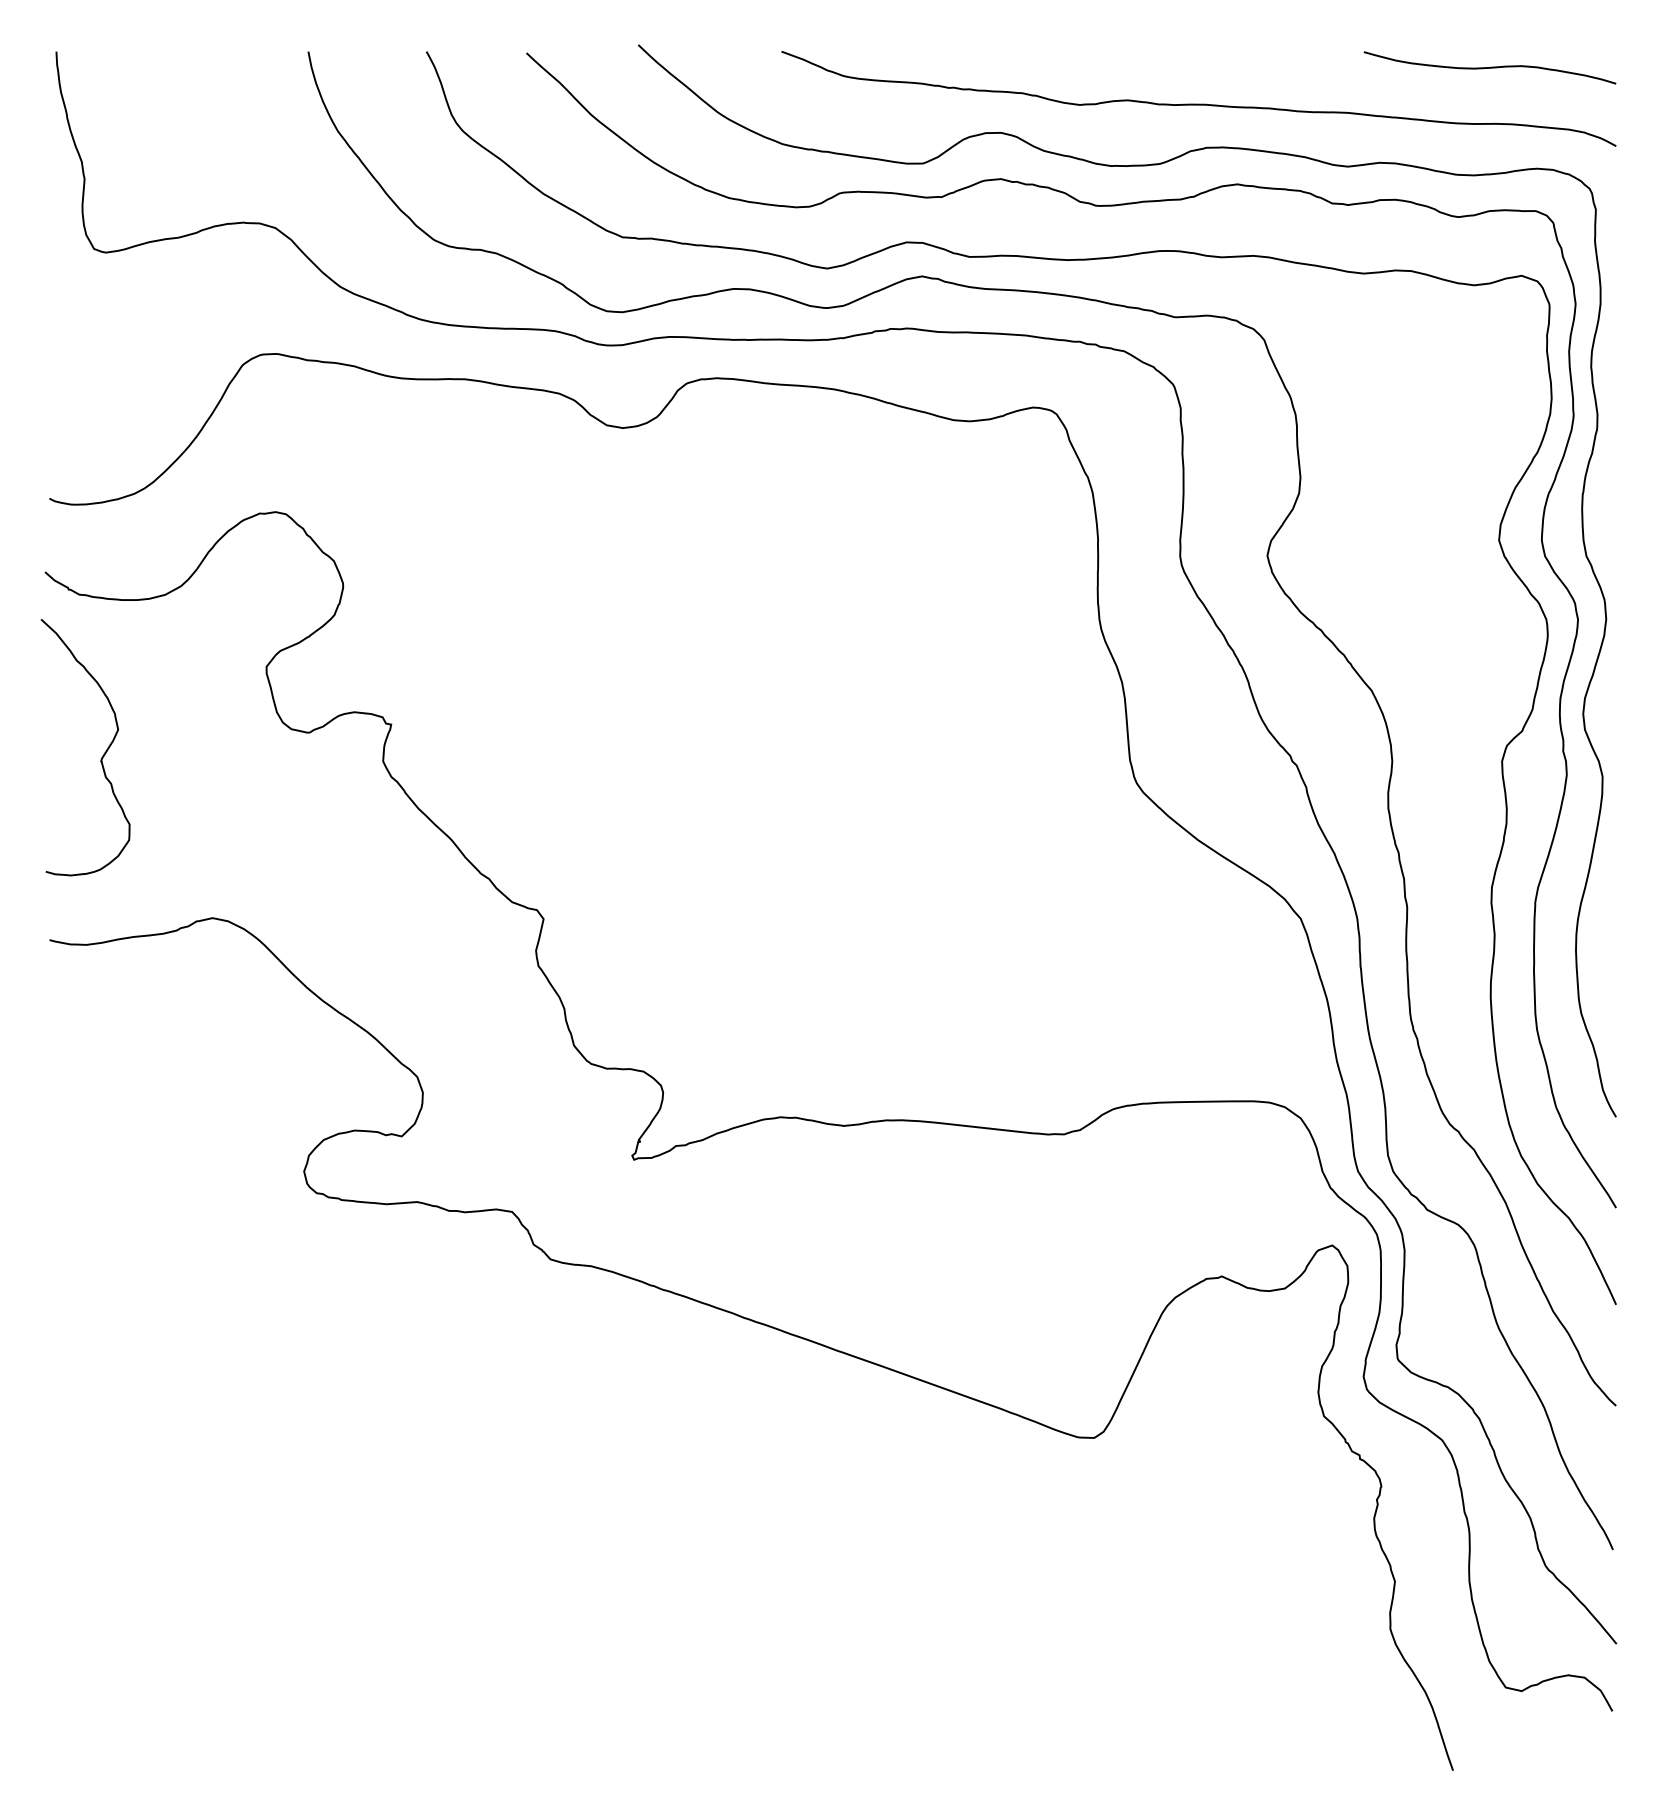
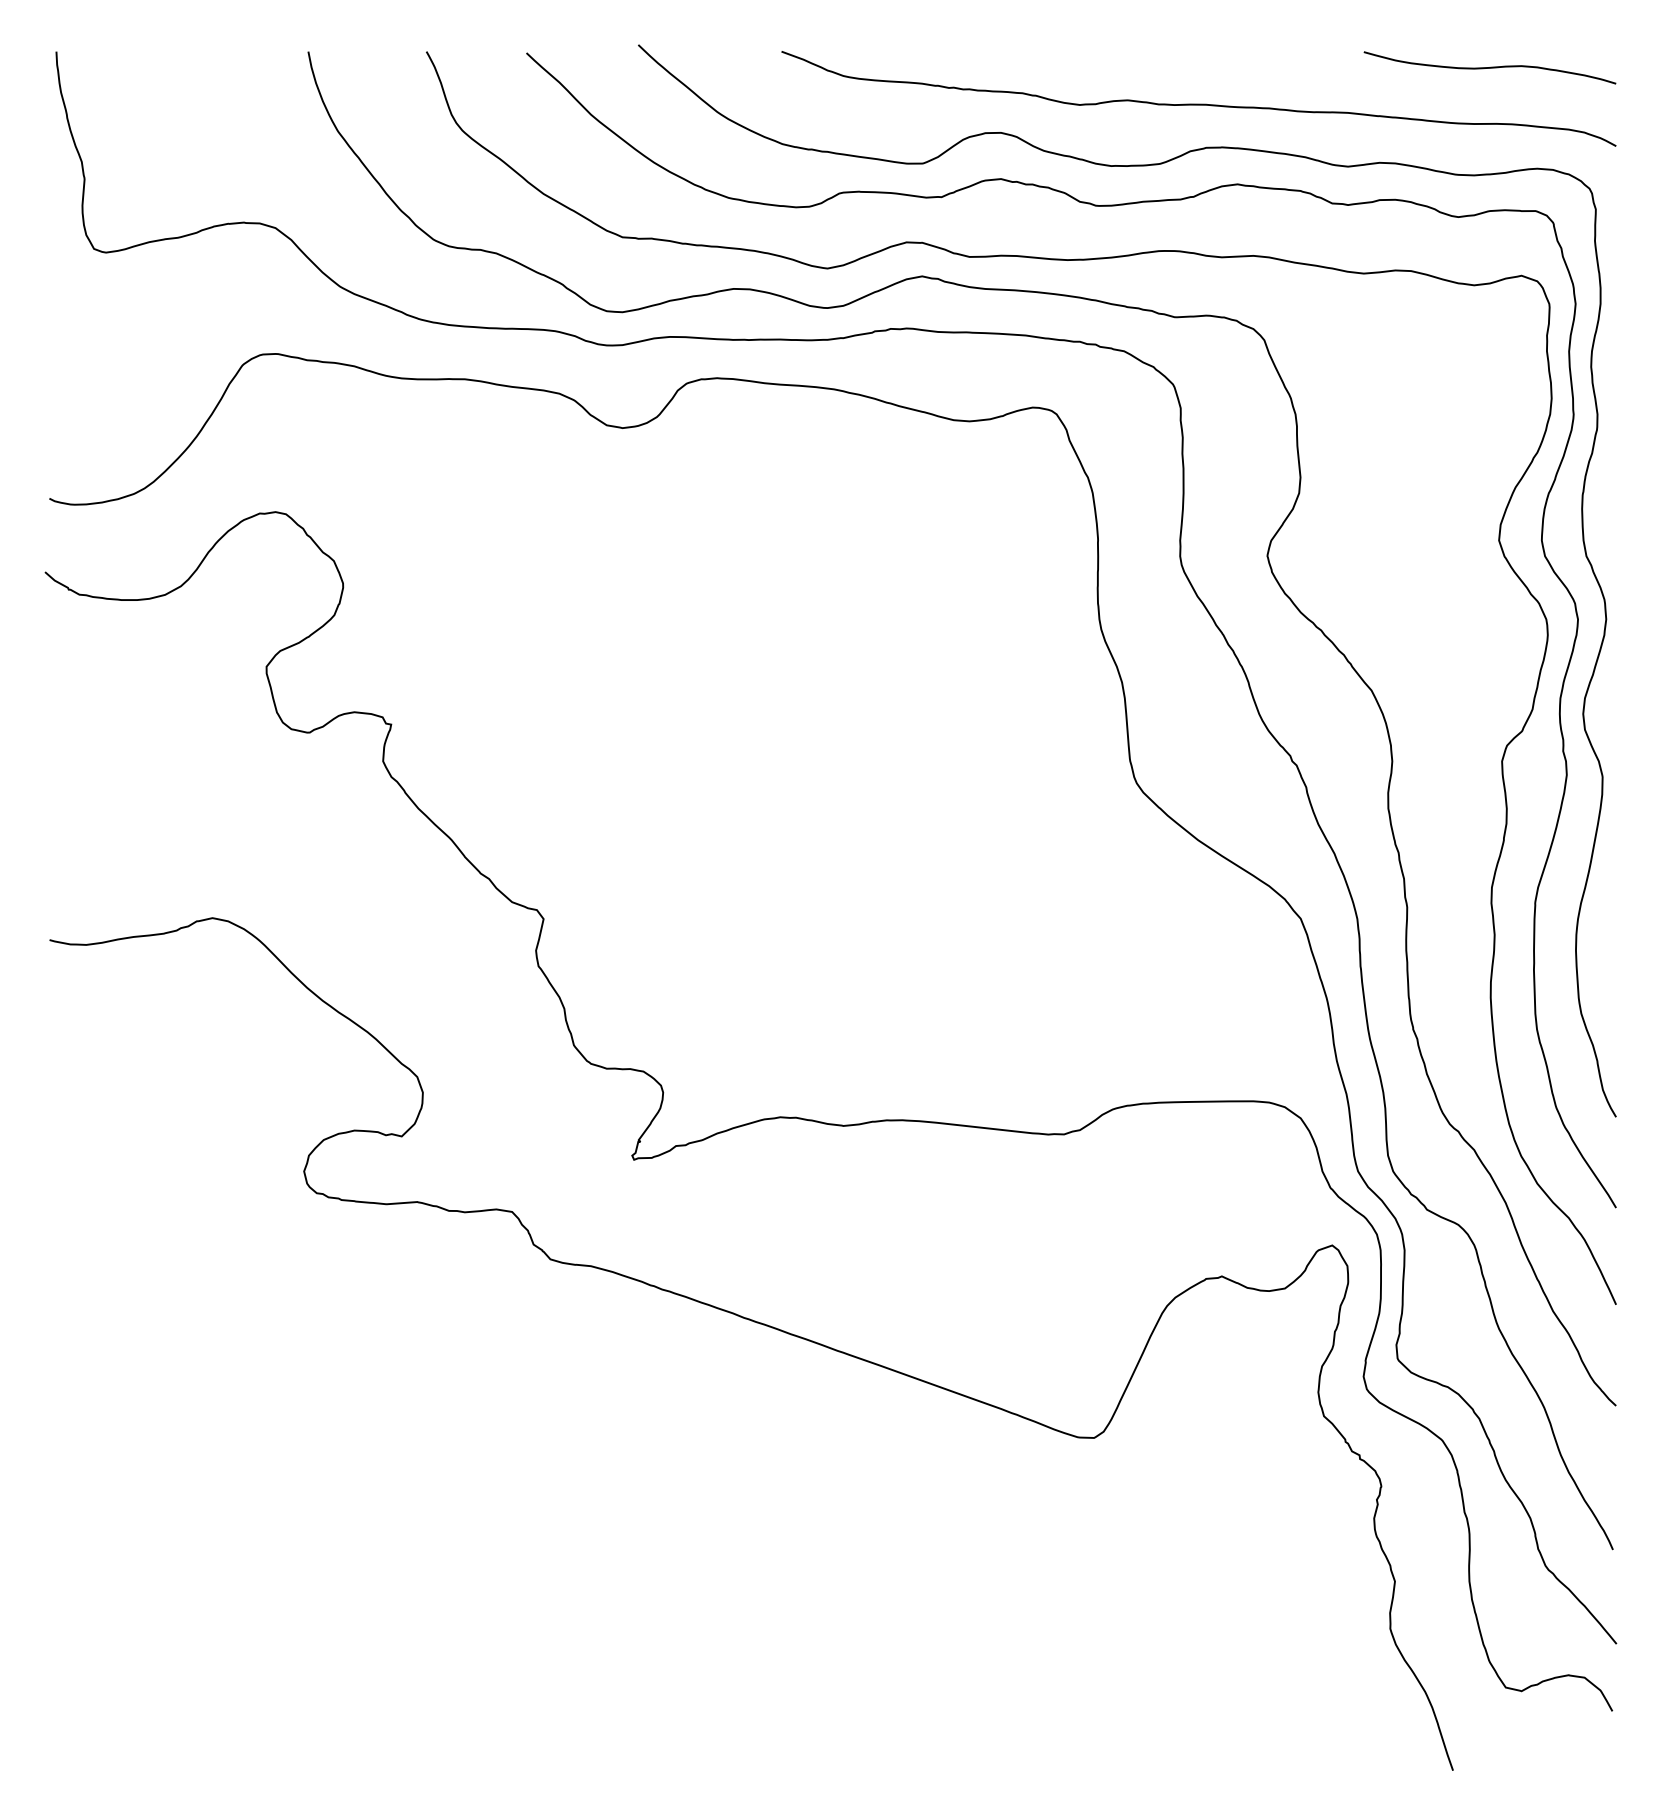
curve at (102, 755): present -> none
